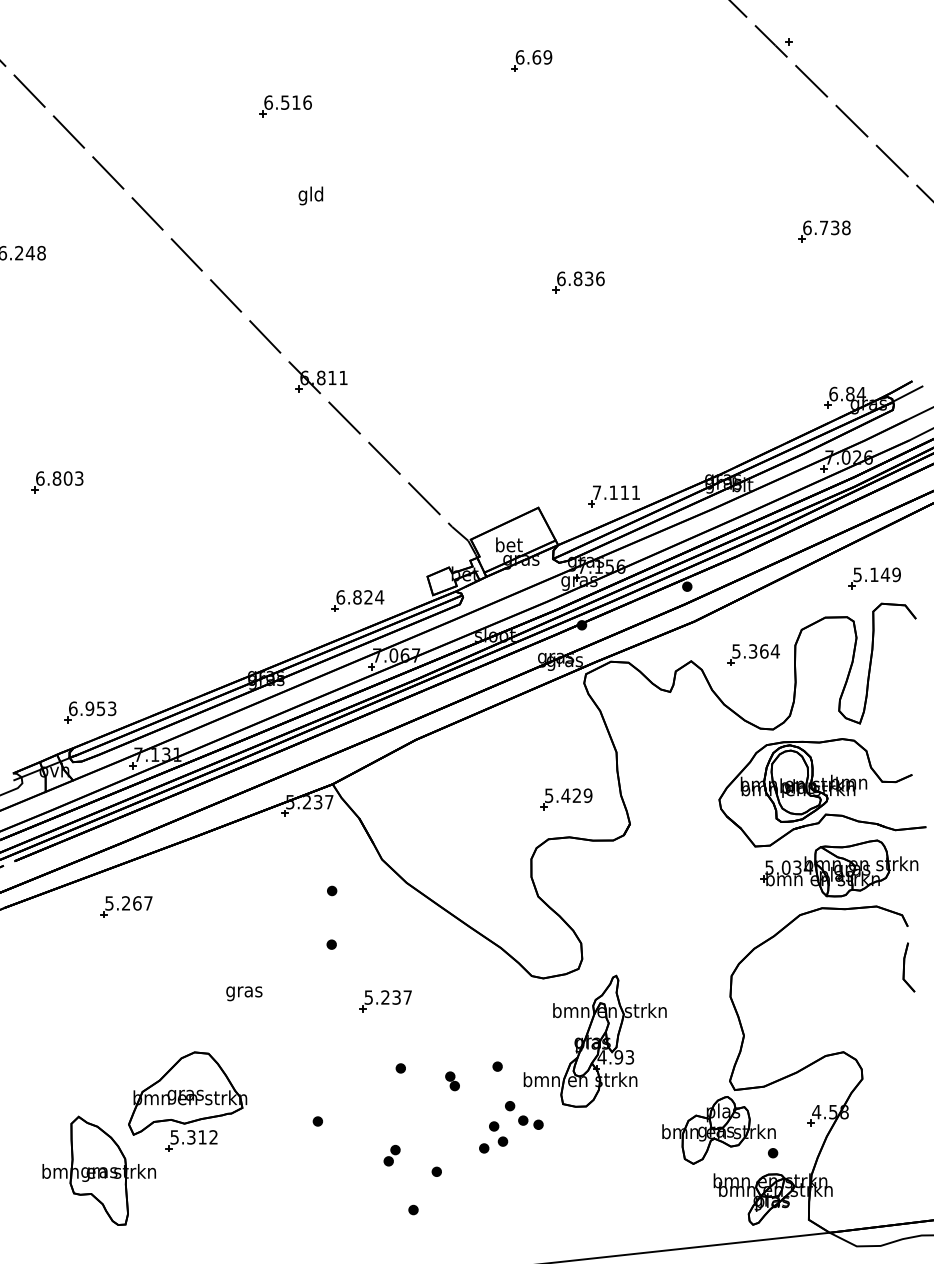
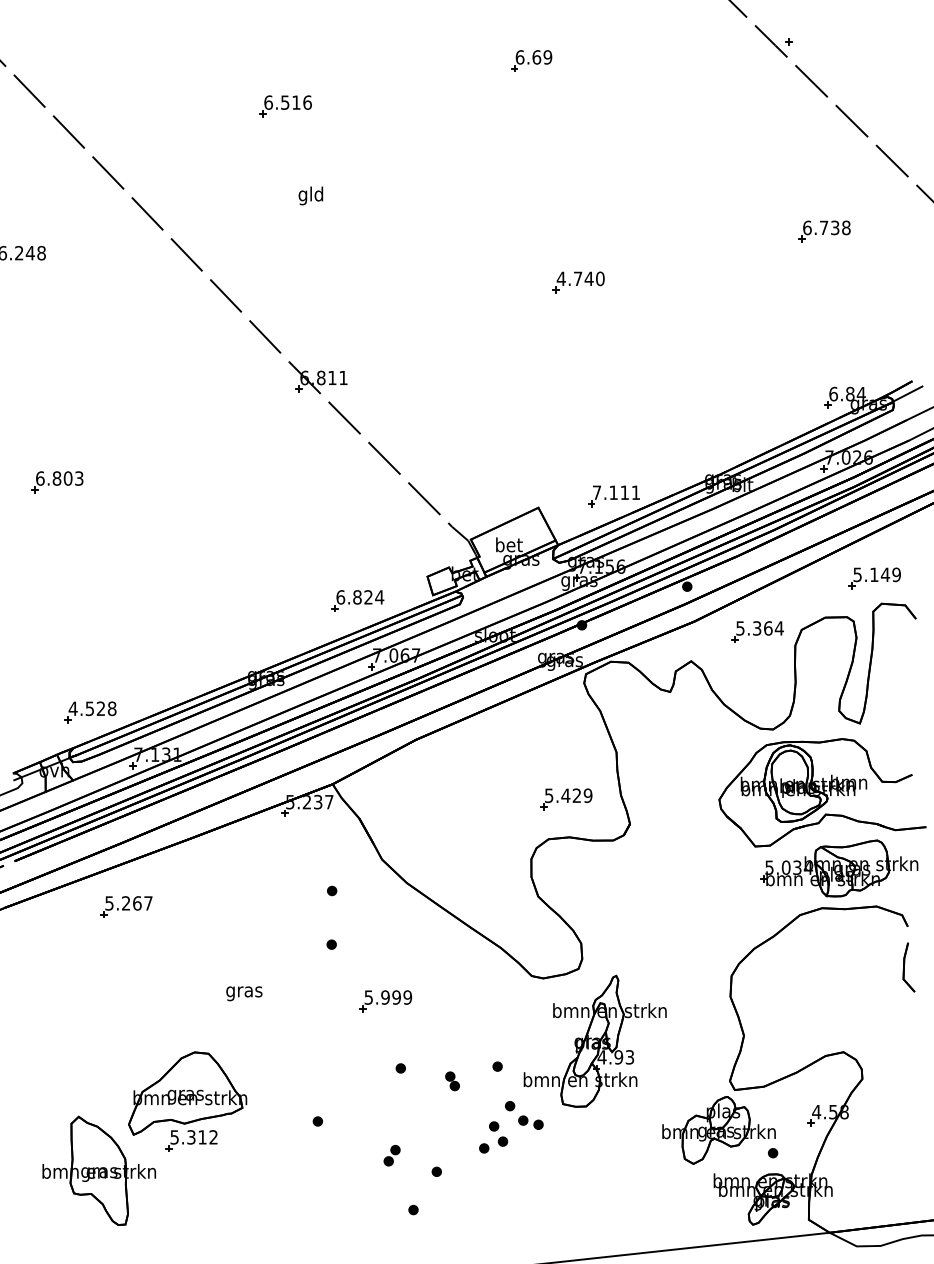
text at (580, 278): 6.836 -> 4.740
part at (753, 654) position: (753, 654) -> (757, 631)
text at (92, 708): 6.953 -> 4.528
text at (396, 997): 5.237 -> 5.999
